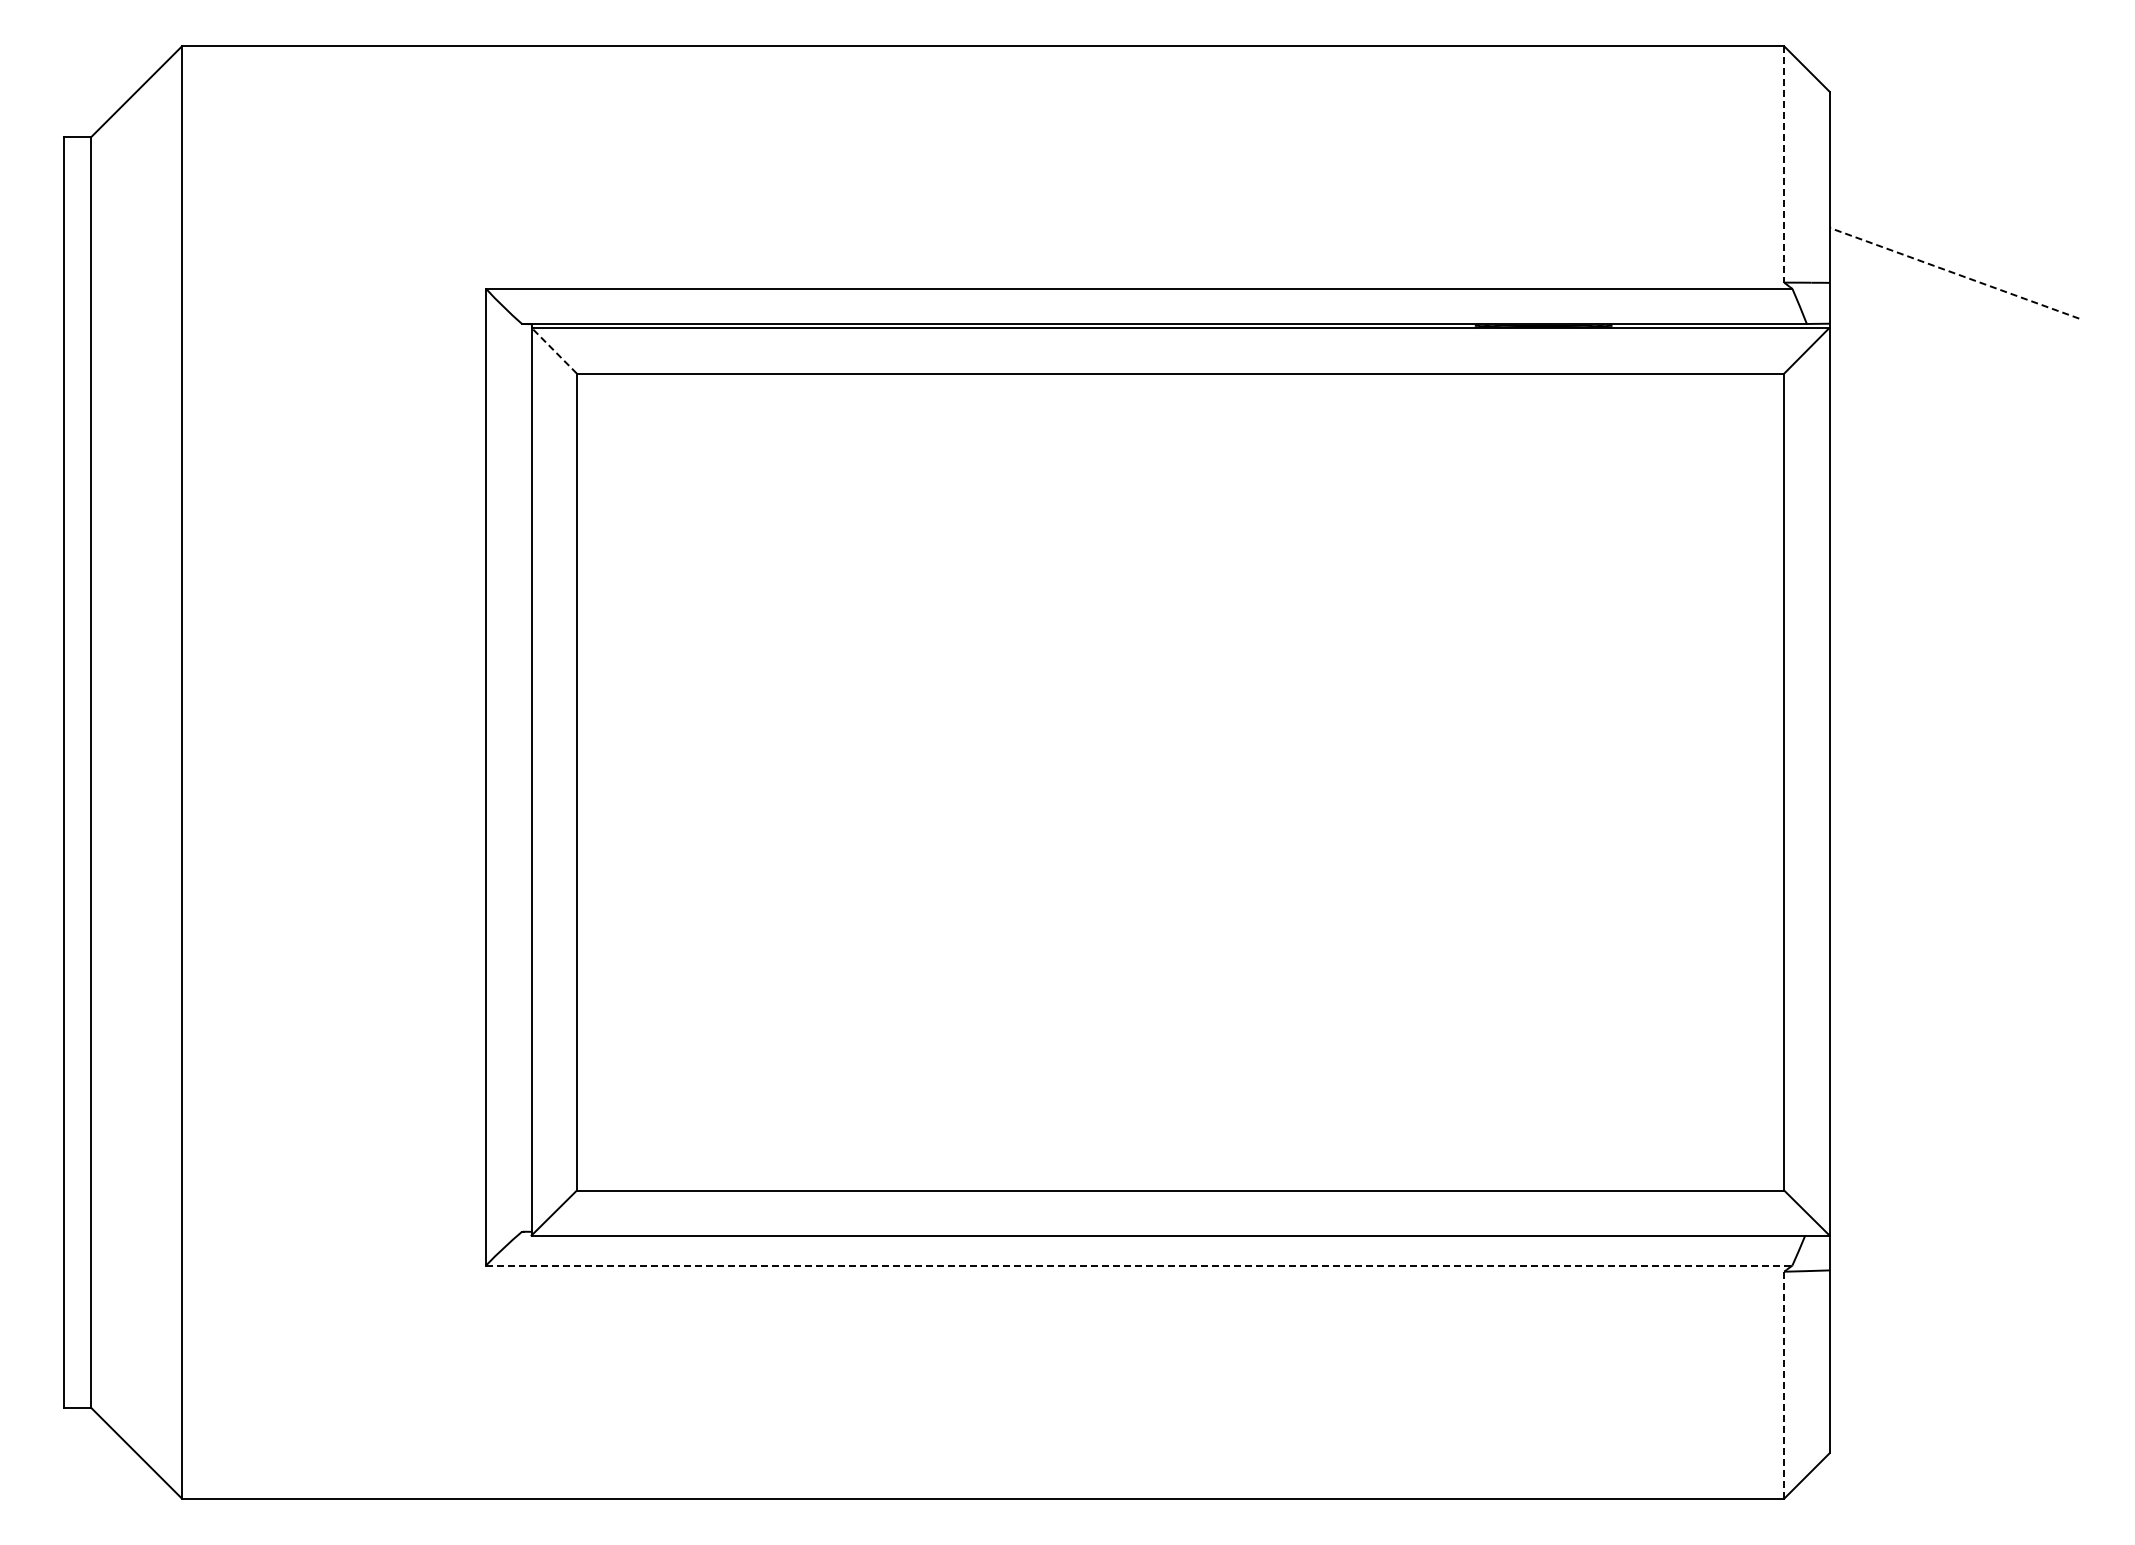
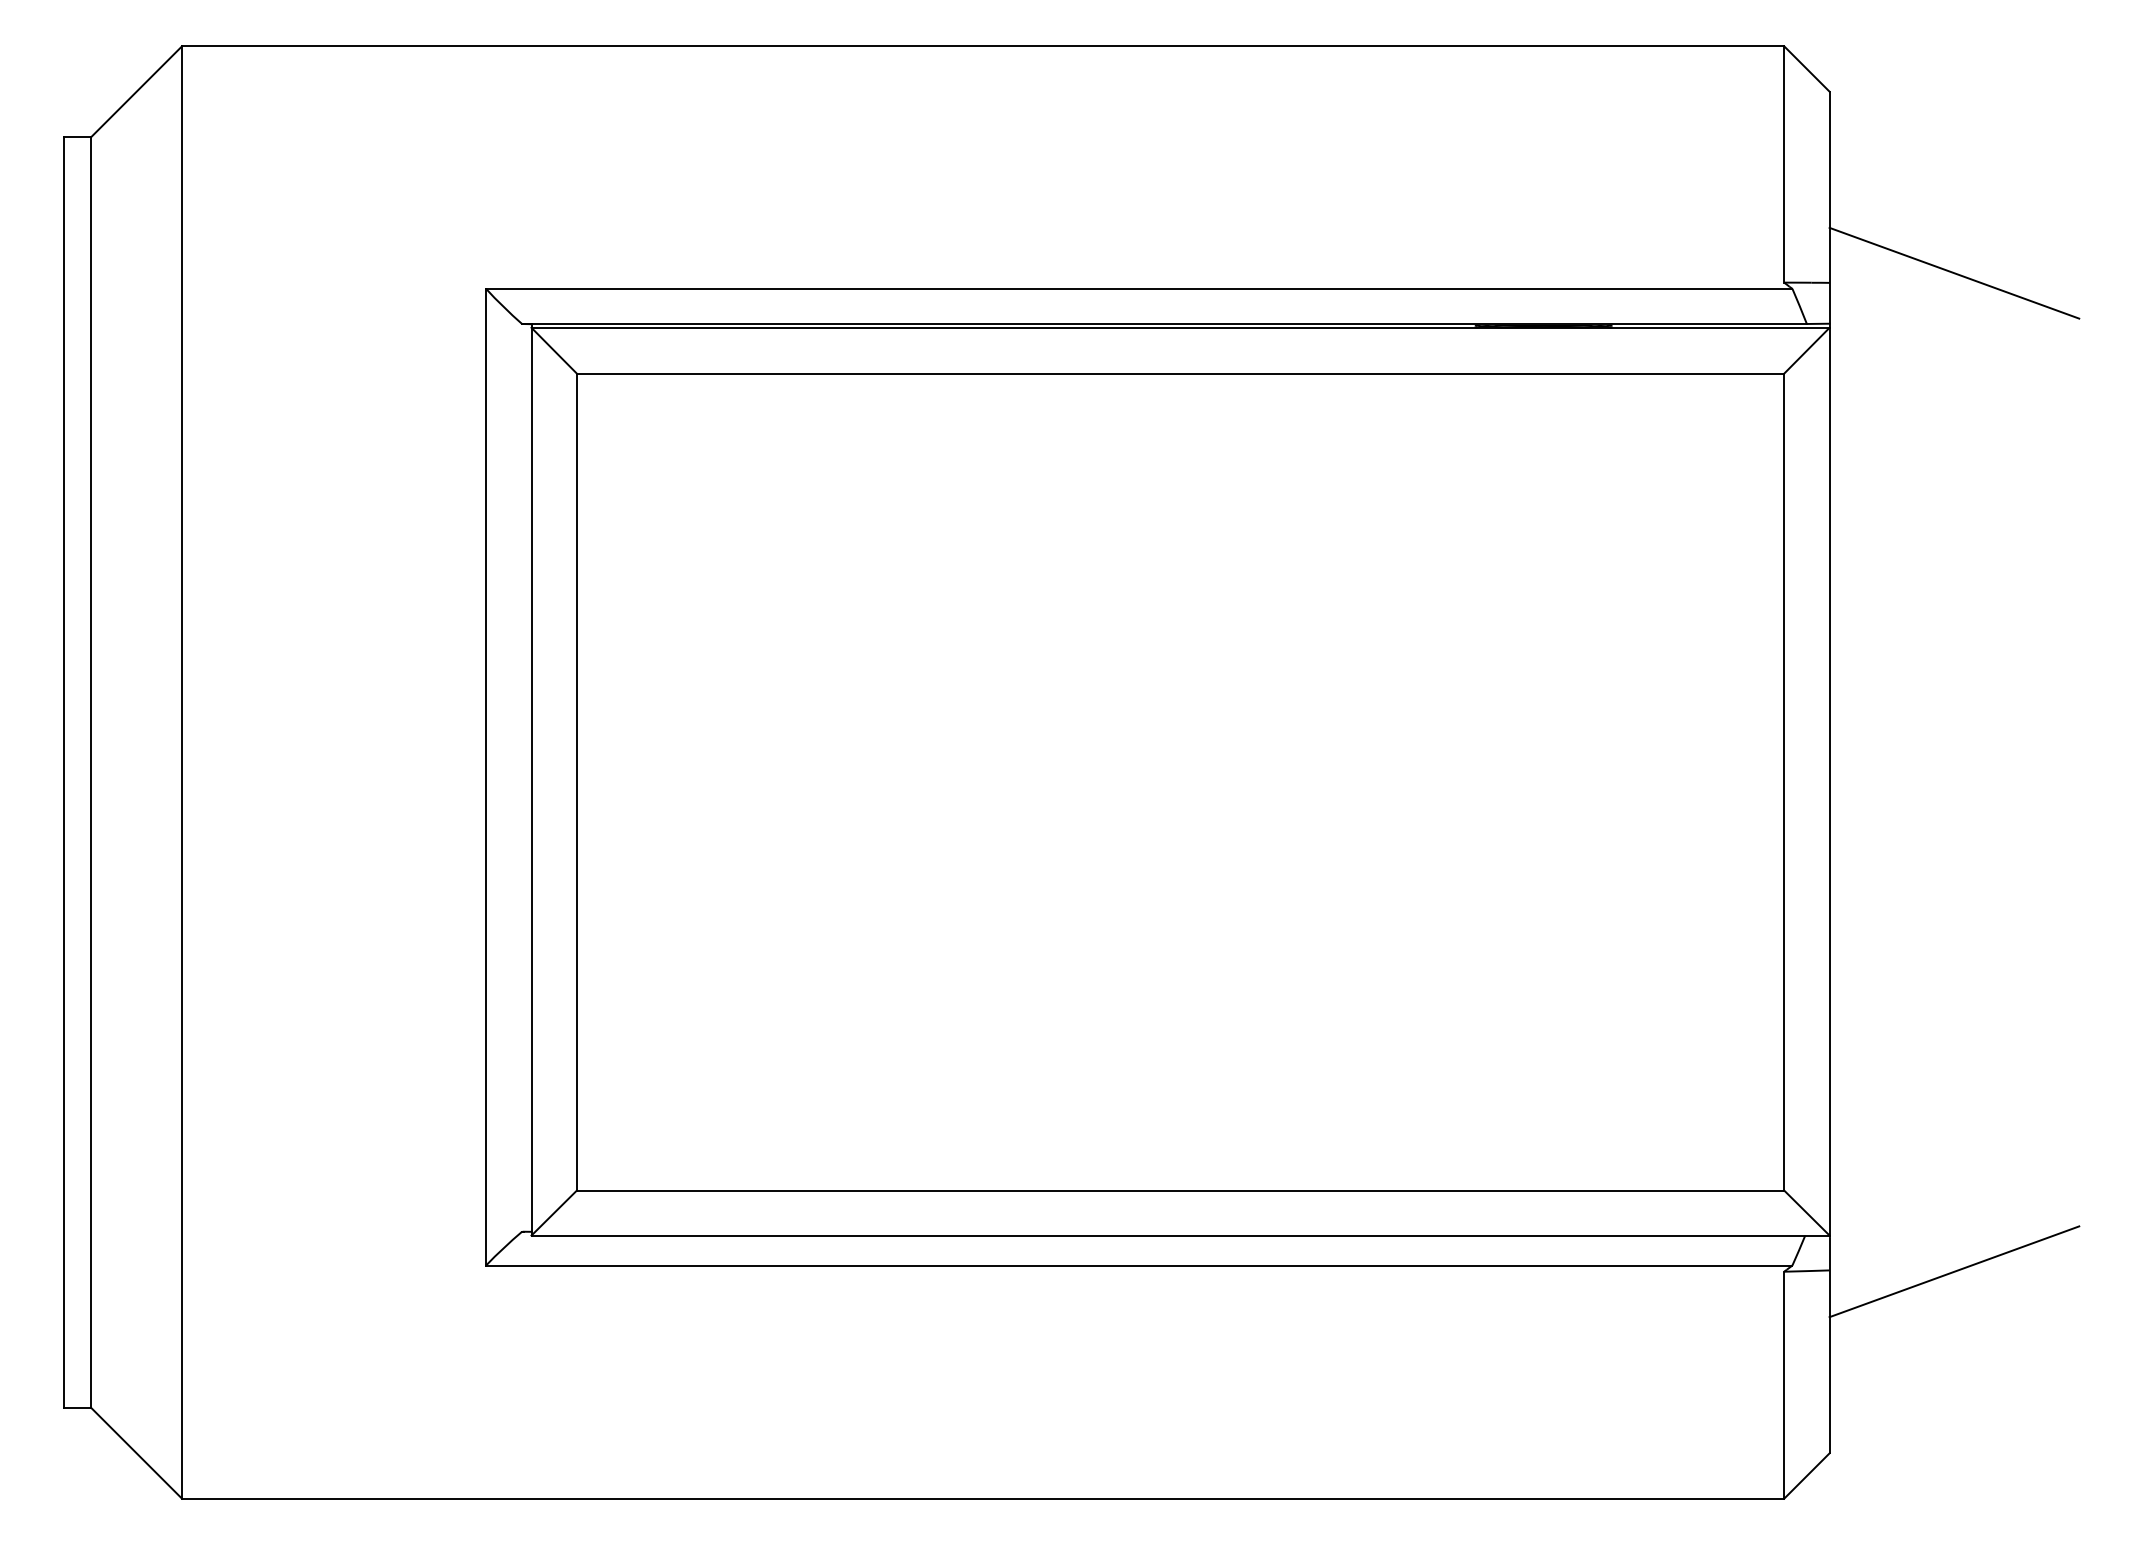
line at (1784, 165): dashed -> solid
line at (1954, 273): dashed -> solid
line at (553, 350): dashed -> solid
line at (1139, 1265): dashed -> solid
line at (1954, 1271): none -> present
line at (1784, 1385): dashed -> solid
